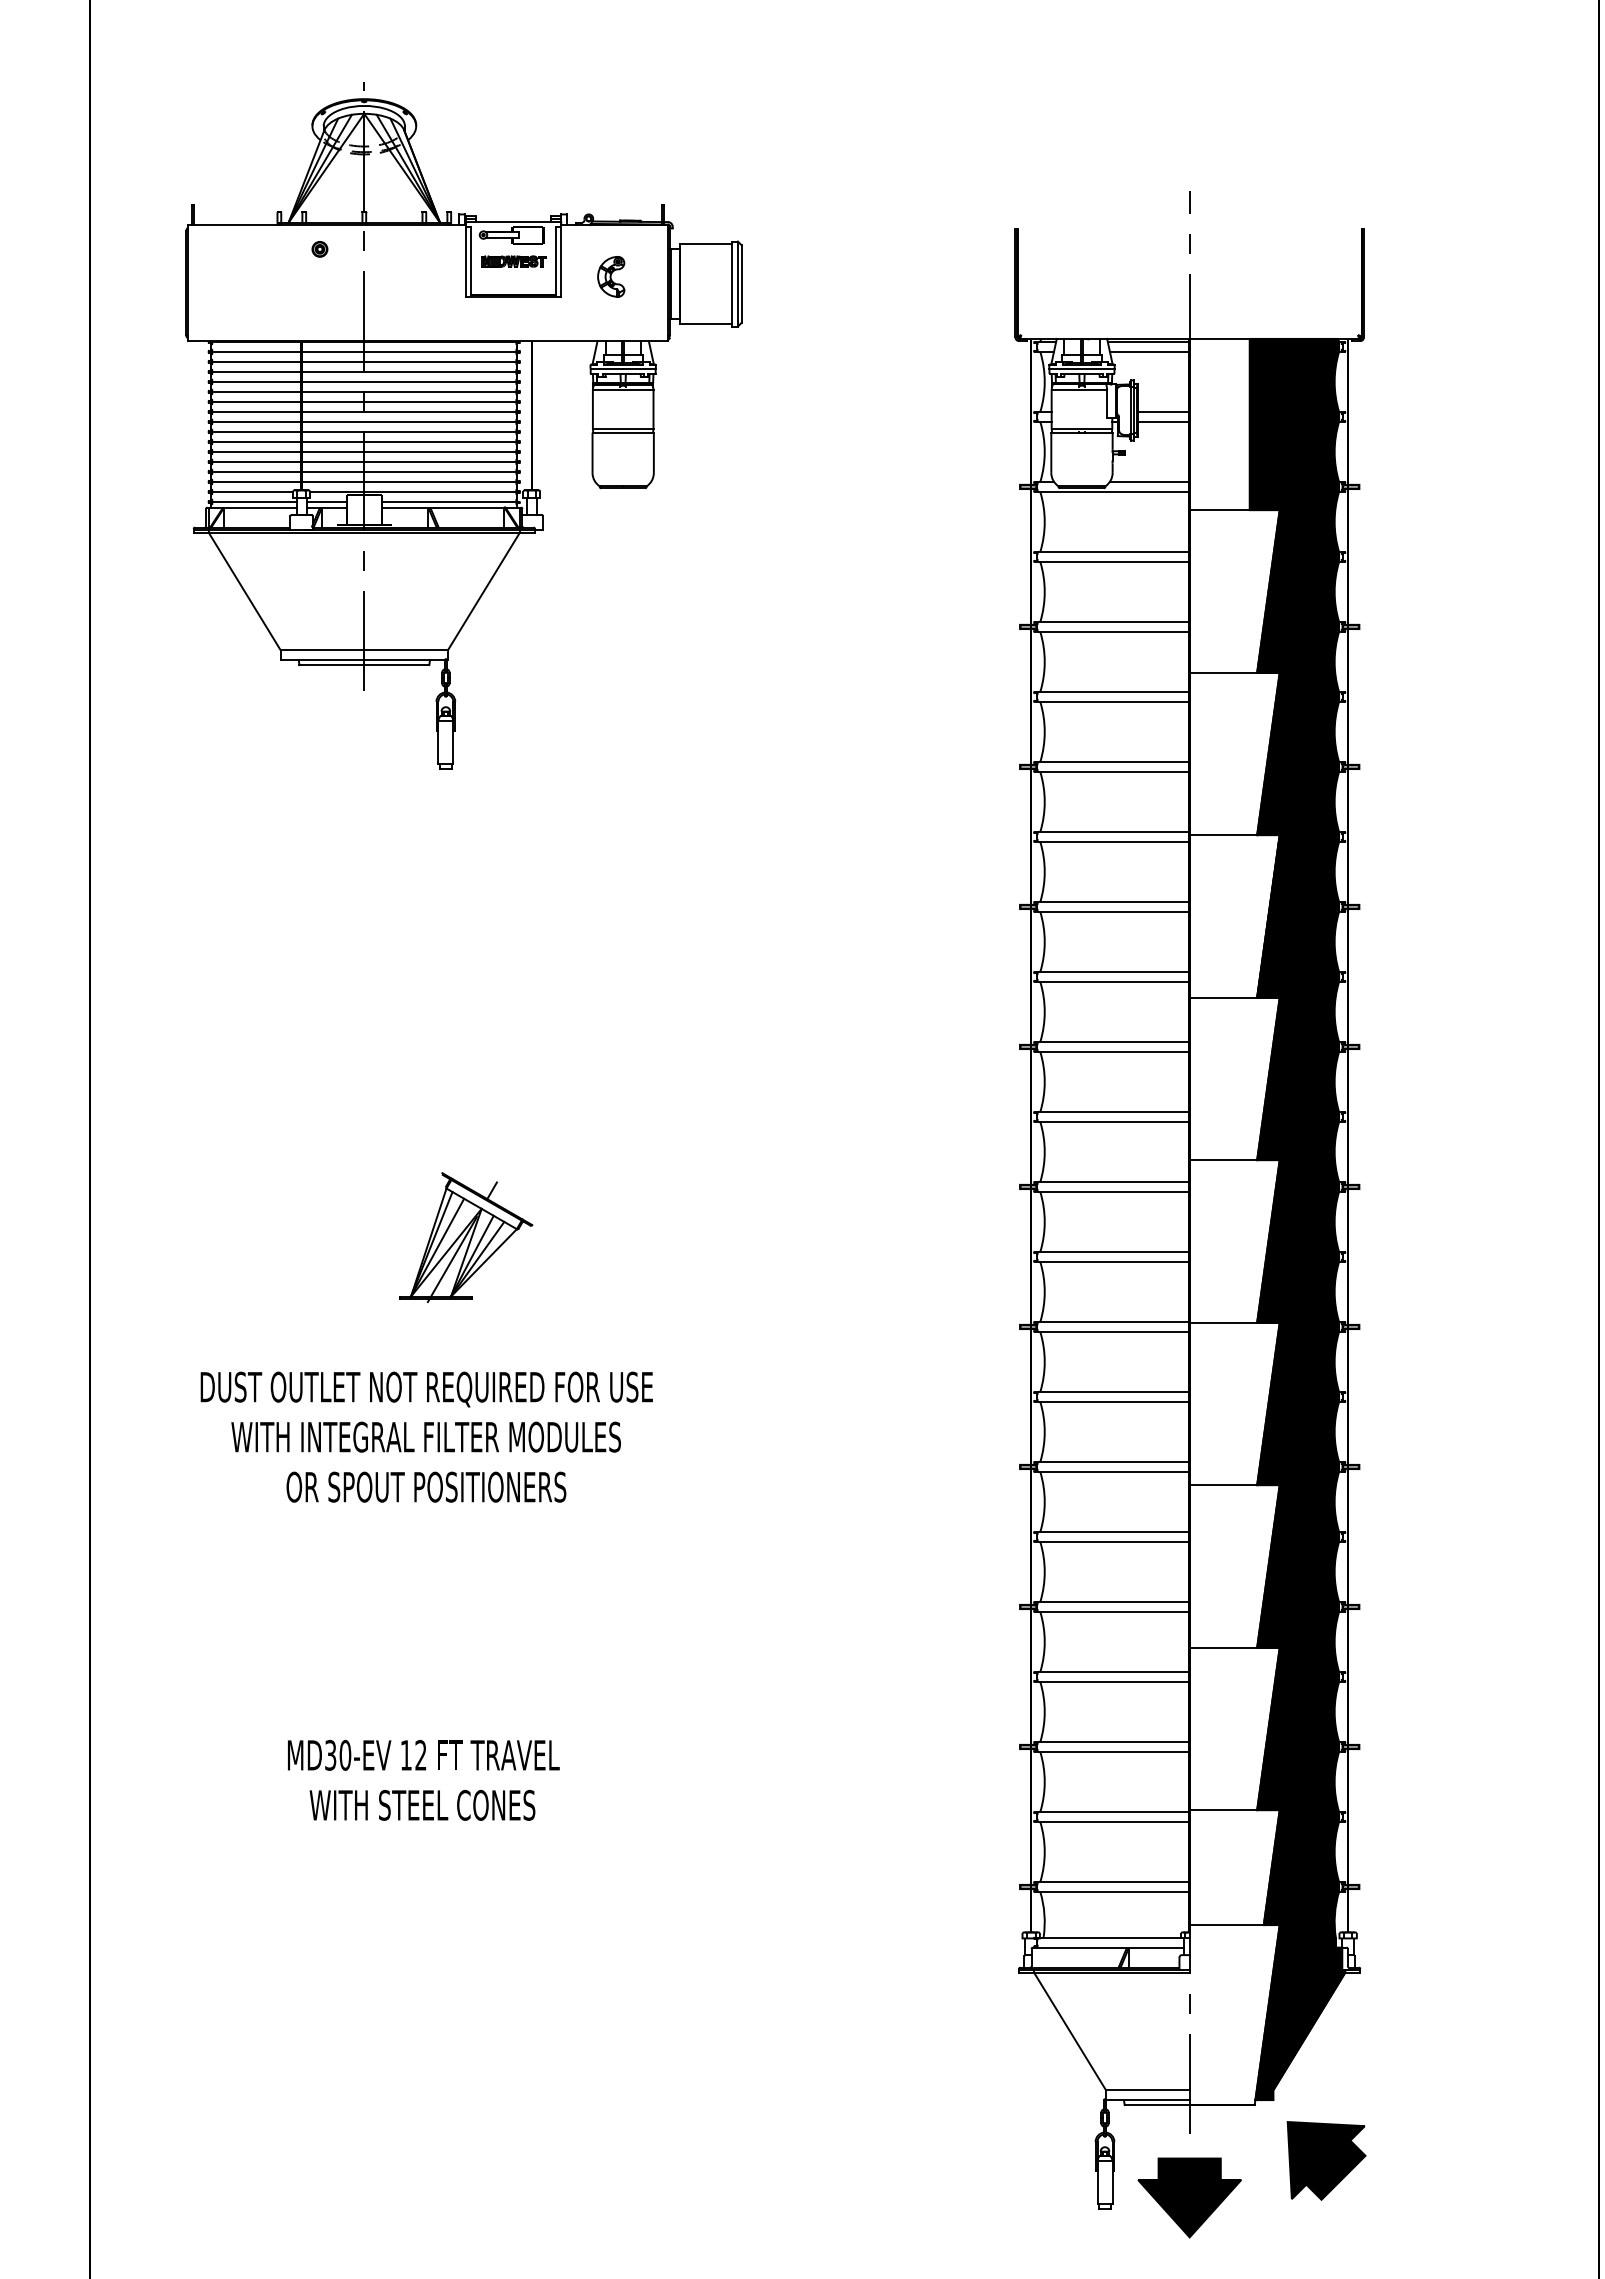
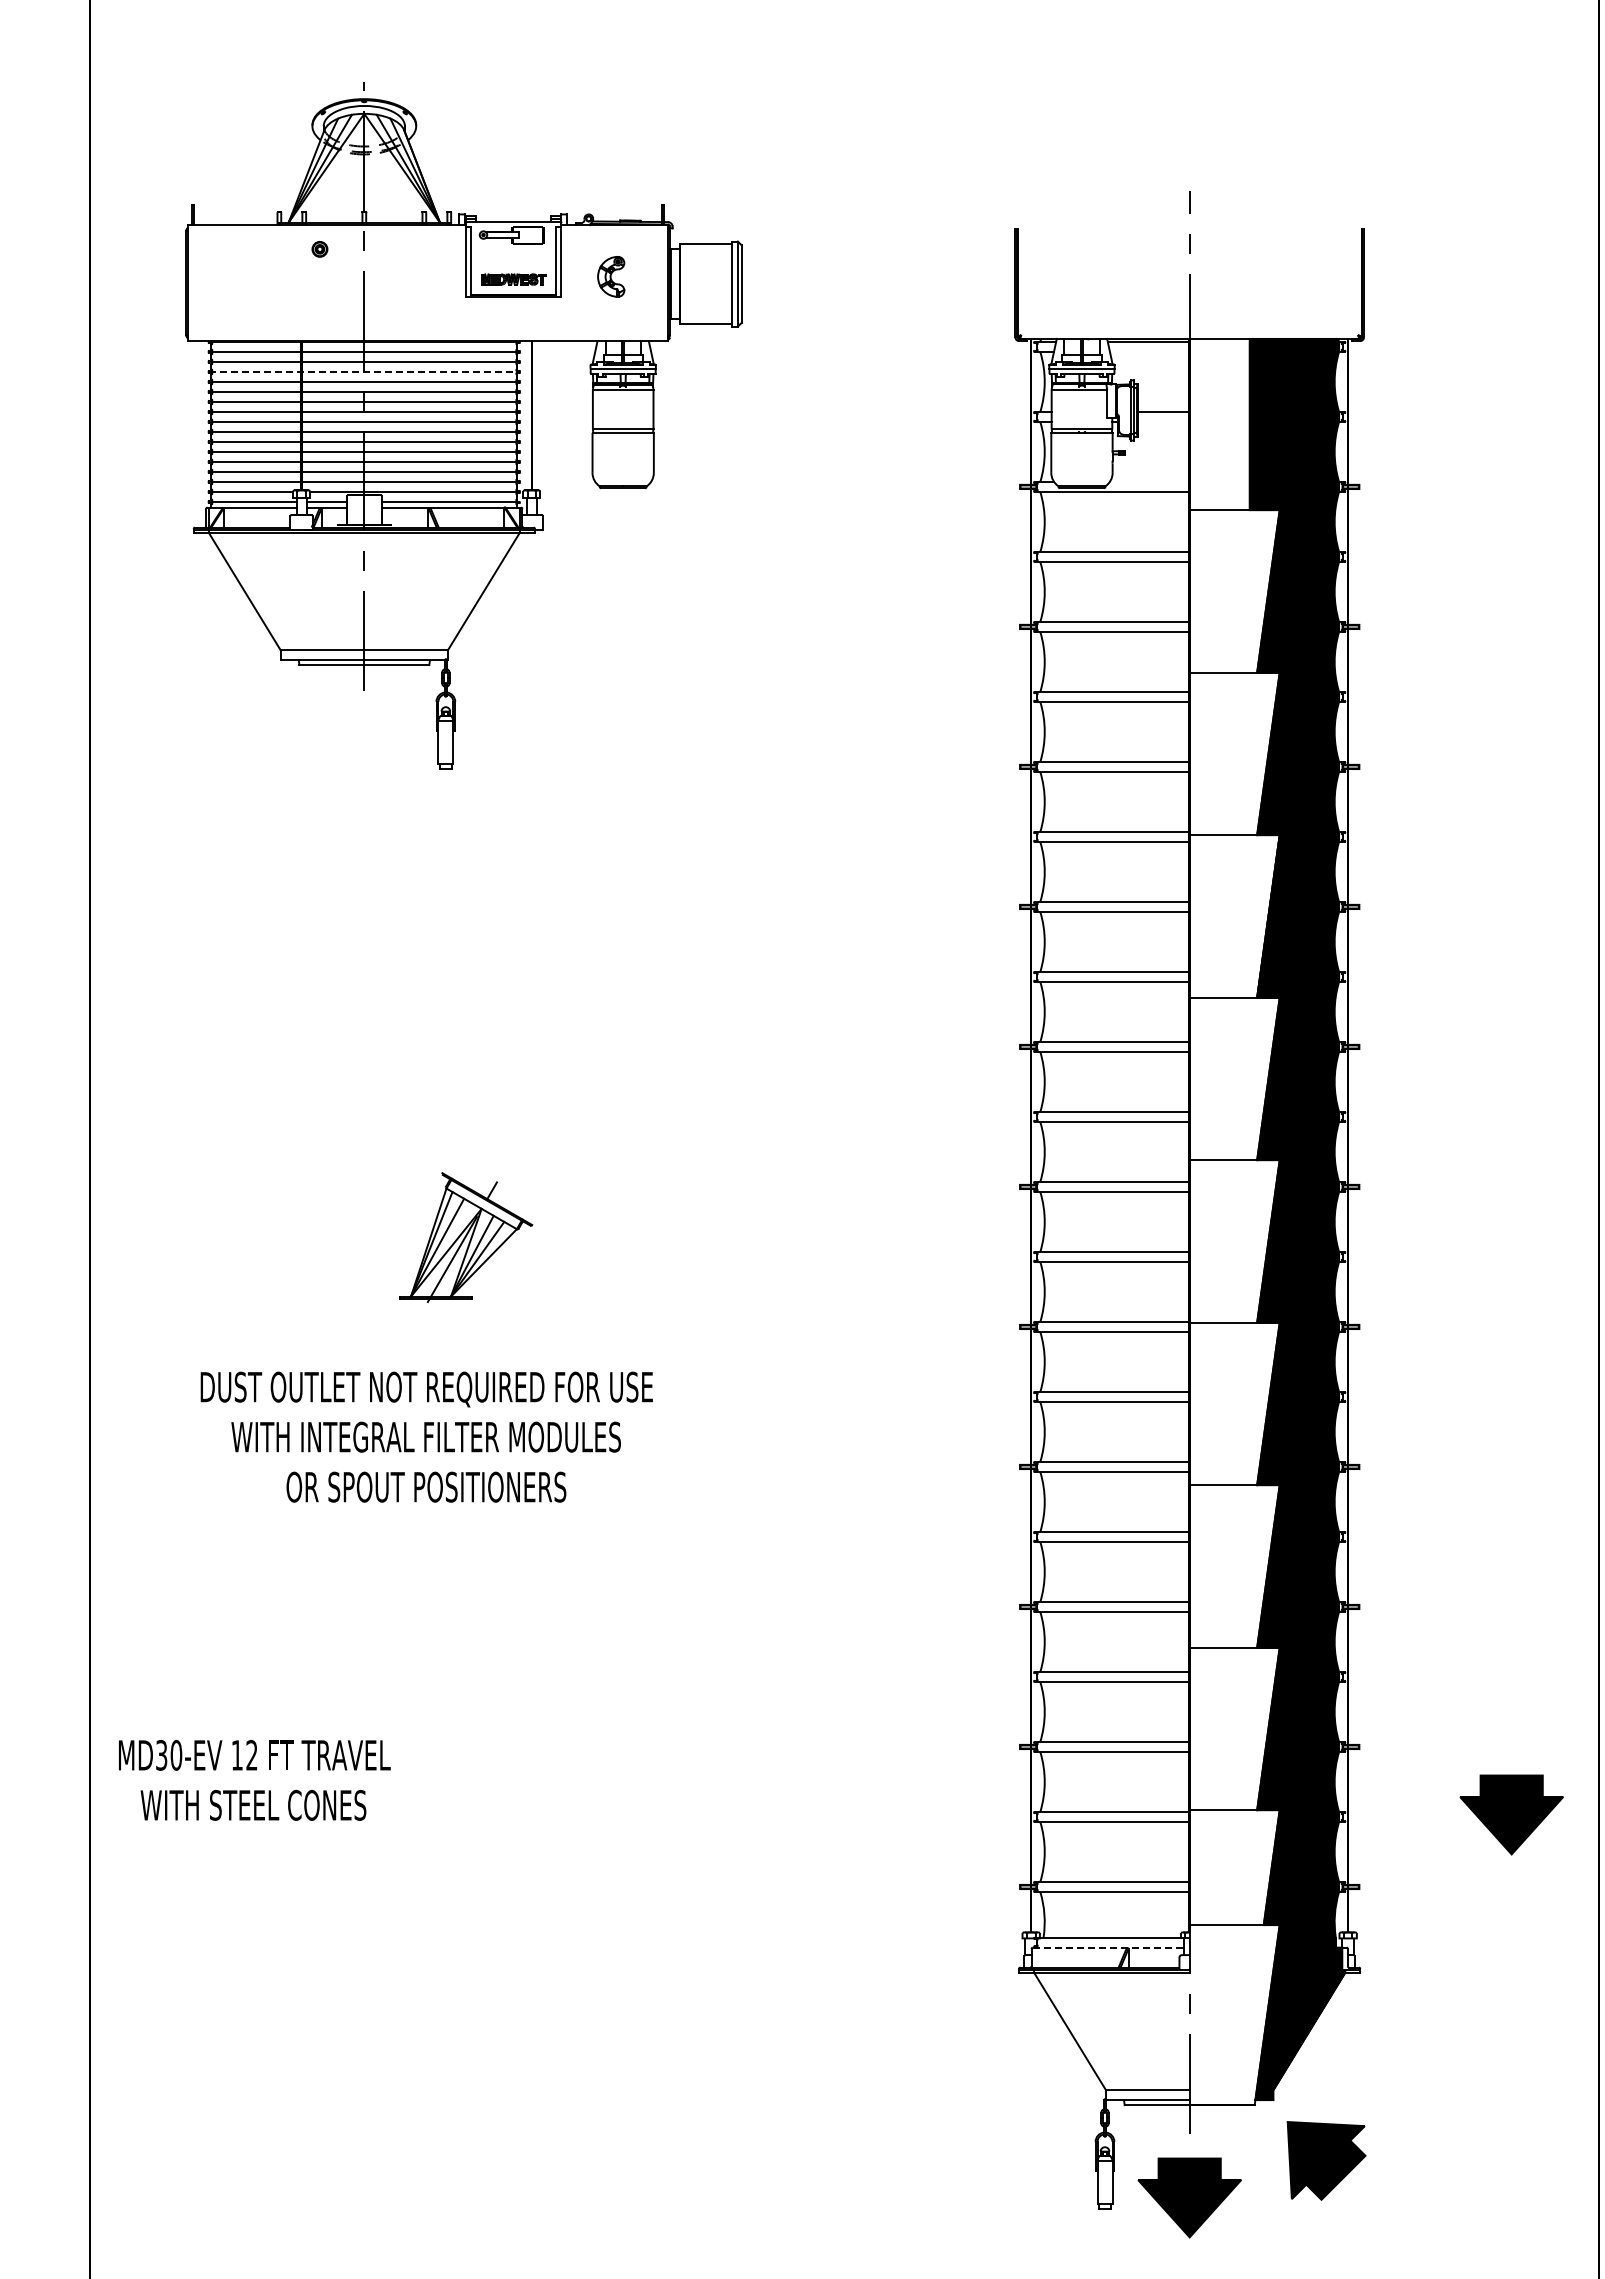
part at (513, 261) position: (513, 261) -> (513, 279)
line at (1149, 351): present -> none
line at (364, 371): solid -> dashed
line at (1163, 421): present -> none
line at (1149, 481): present -> none
text at (423, 1779) position: (423, 1779) -> (254, 1779)
part at (1511, 1814): none -> present
line at (1108, 1947): solid -> dashed
